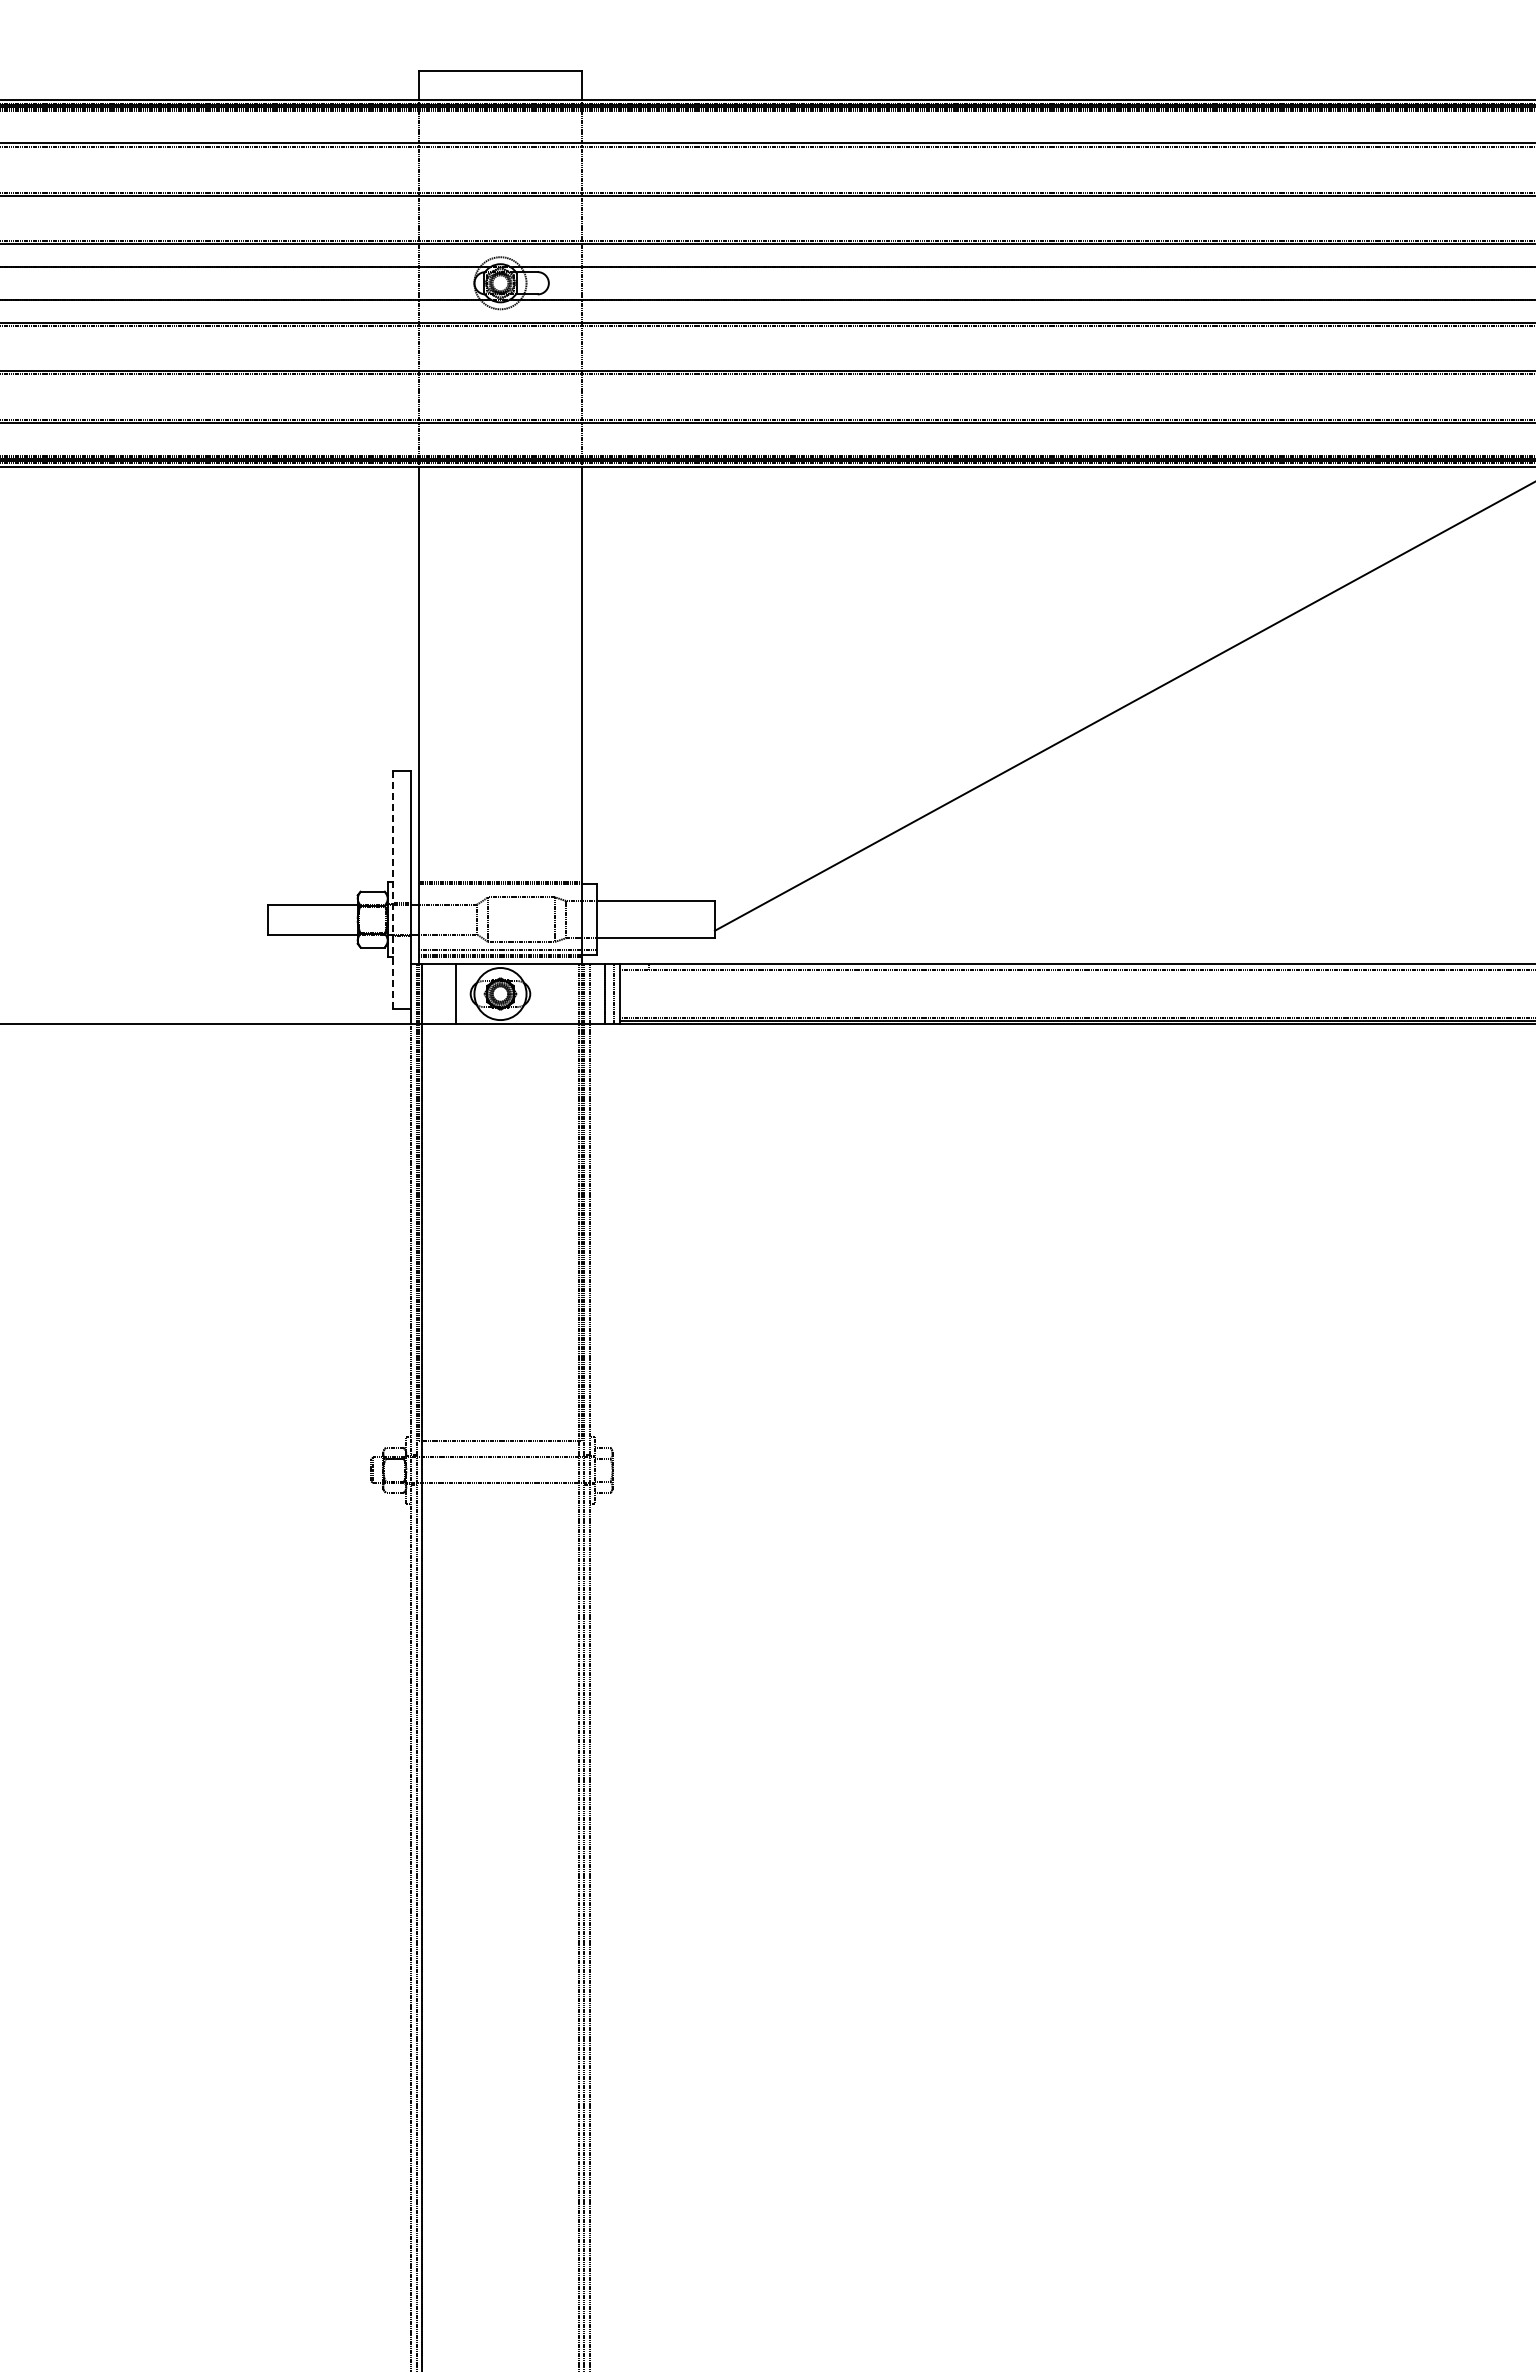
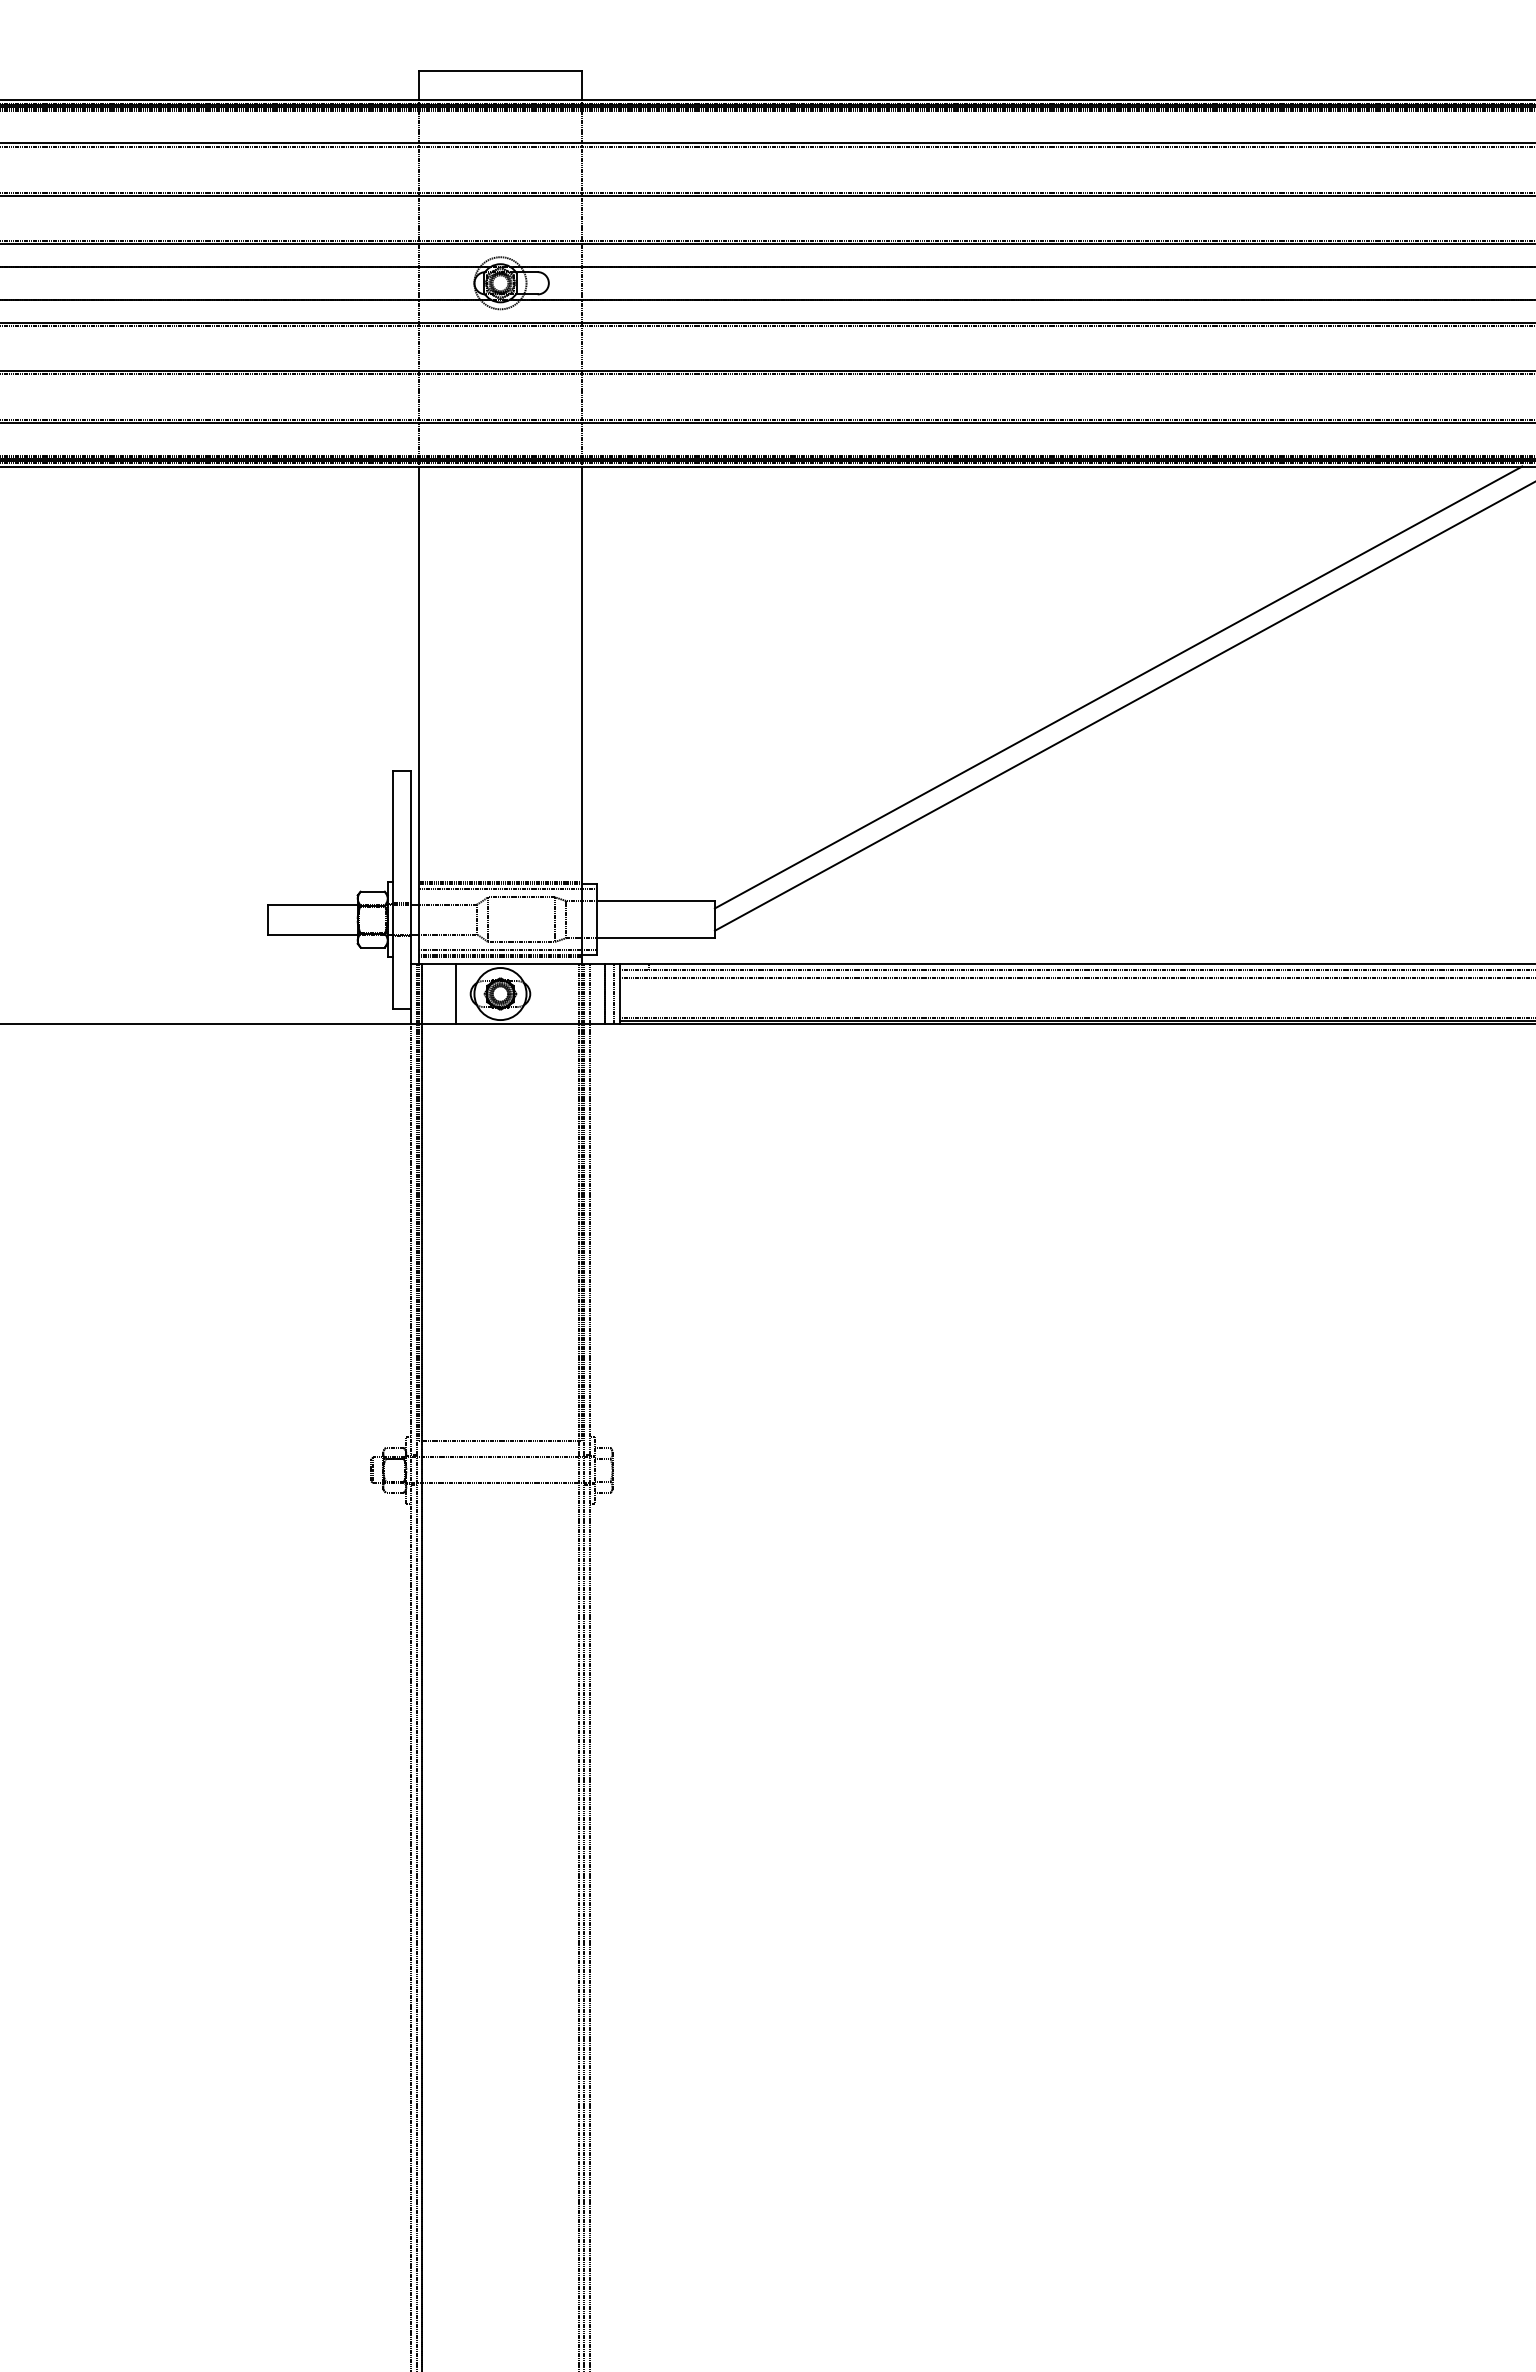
line at (1118, 687): none -> present
line at (507, 888): none -> present
line at (392, 889): dashed -> solid
line at (1075, 977): none -> present
